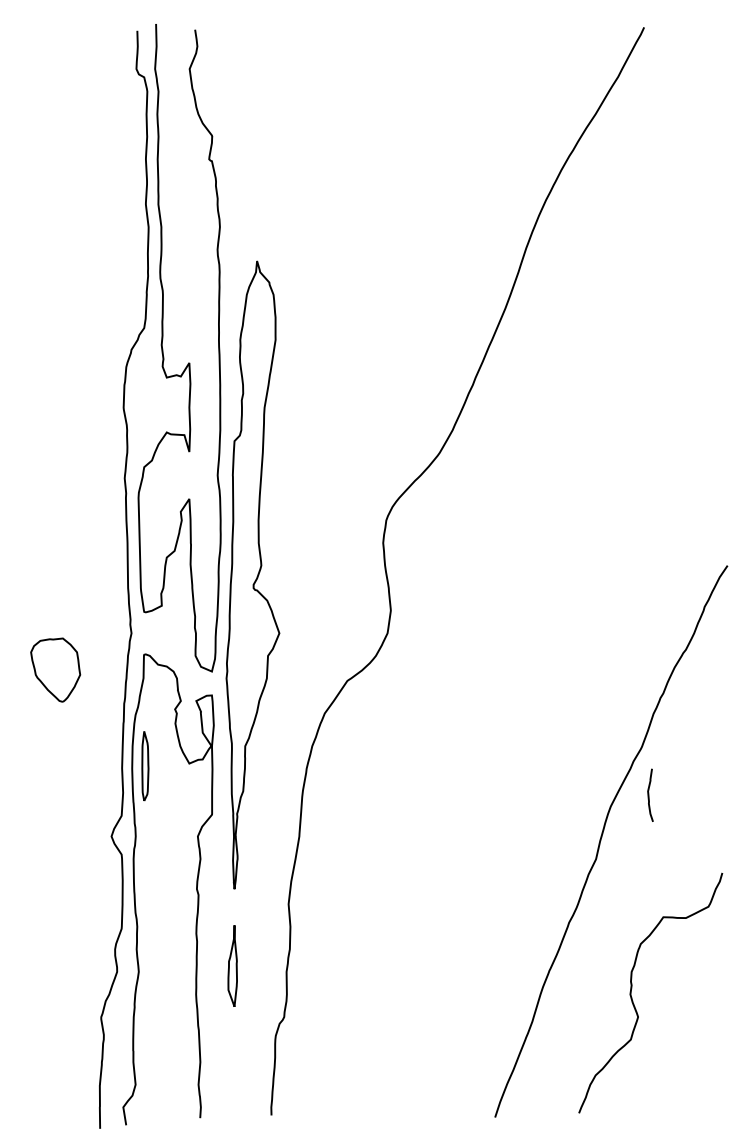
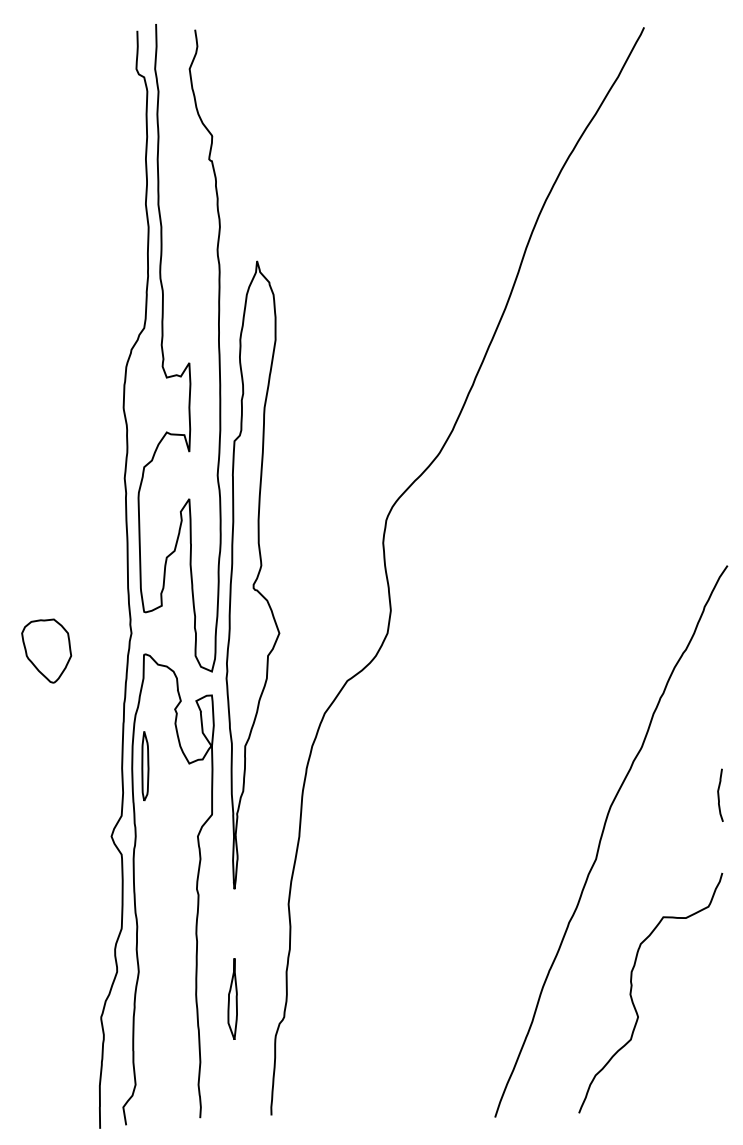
part at (55, 669) position: (55, 669) -> (46, 650)
curve at (649, 794) position: (649, 794) -> (719, 794)
part at (232, 965) position: (232, 965) -> (232, 998)
